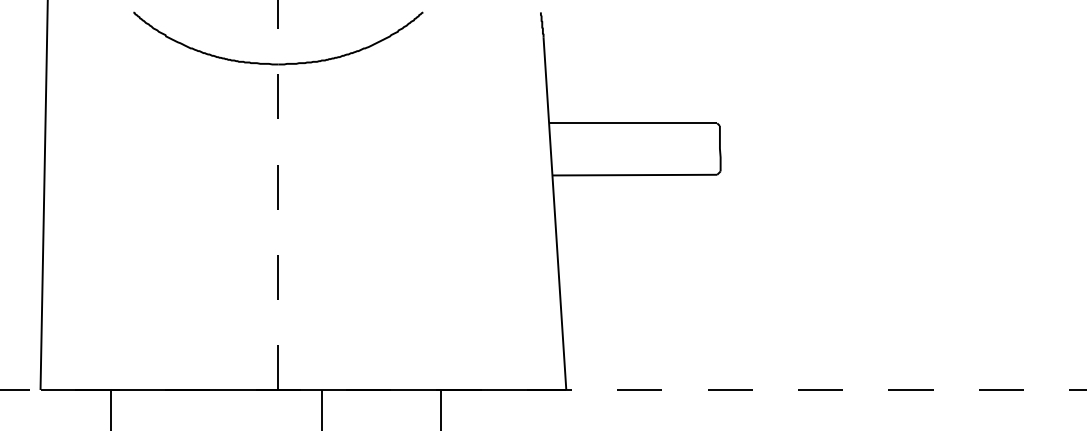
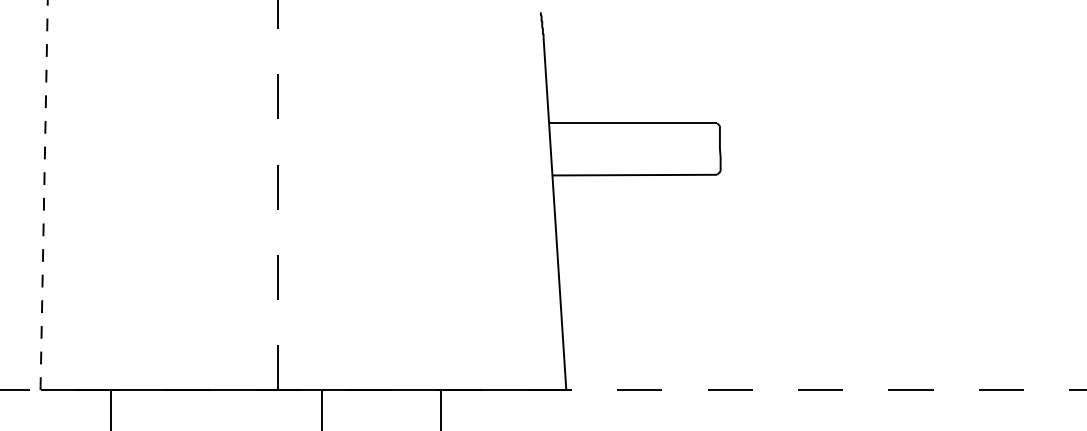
part at (278, 63): present -> none
line at (44, 194): solid -> dashed
